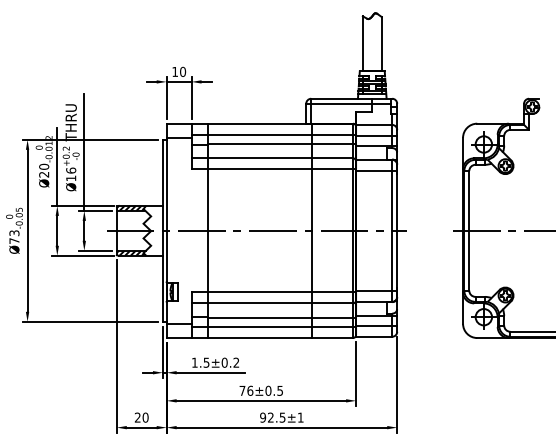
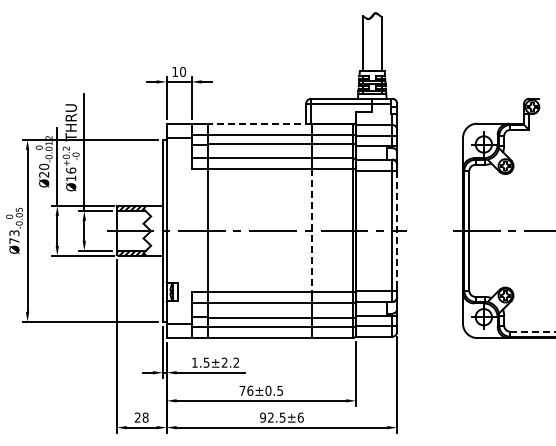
line at (259, 123): solid -> dashed
line at (397, 230): solid -> dashed
line at (312, 231): solid -> dashed
line at (533, 331): solid -> dashed
text at (224, 362): 1.5±0.2 -> 1.5±2.2
text at (145, 417): 20 -> 28
text at (300, 417): 92.5±1 -> 92.5±6
